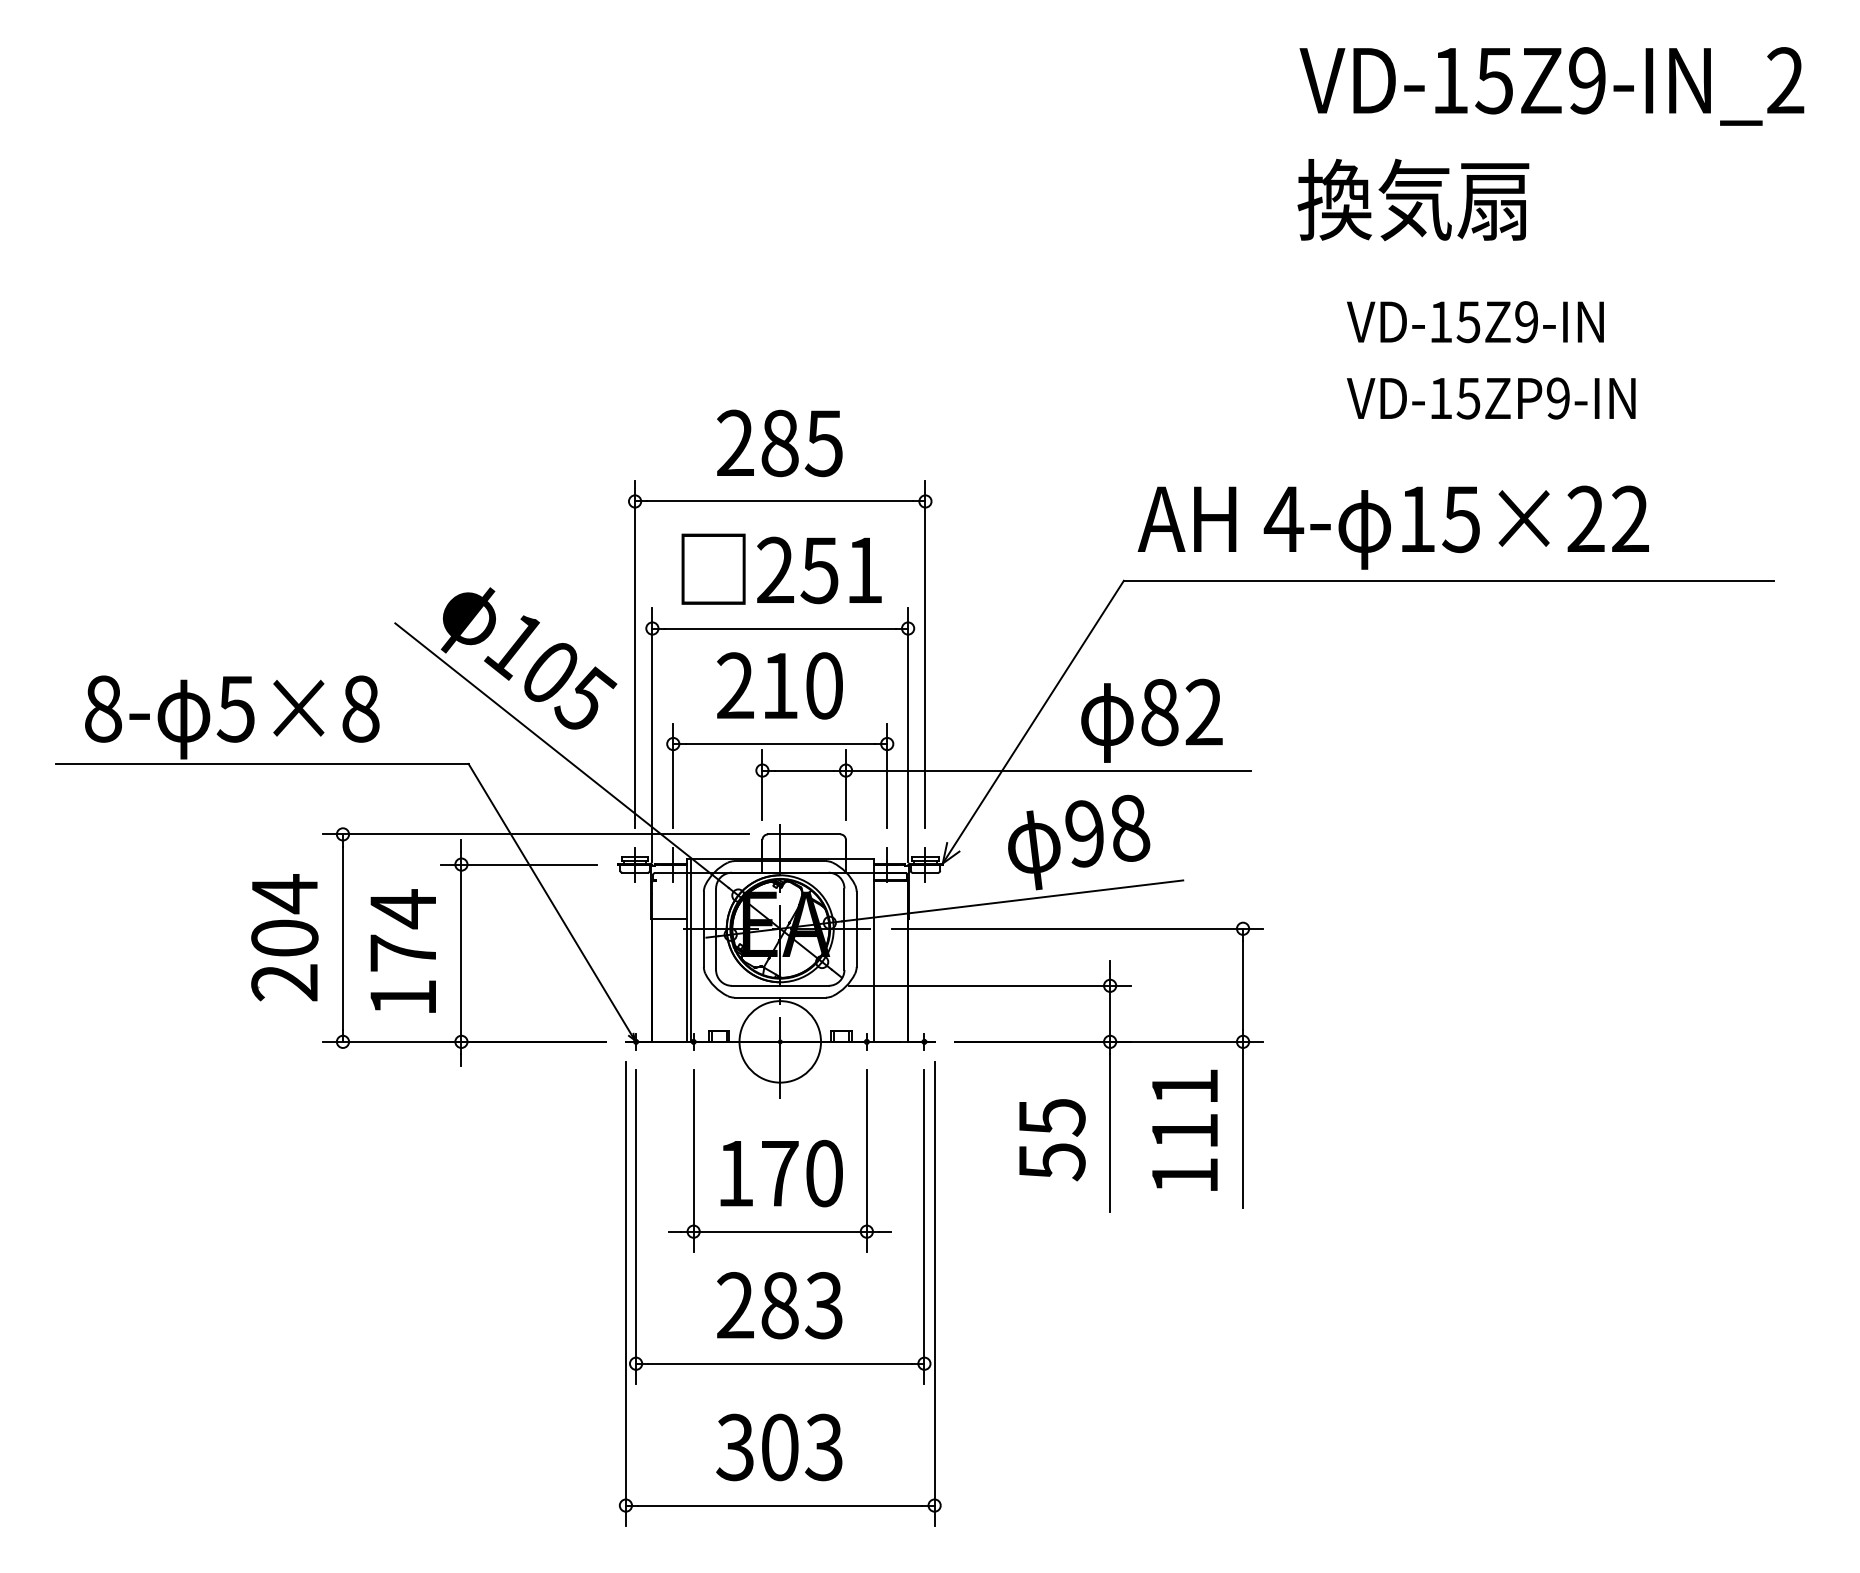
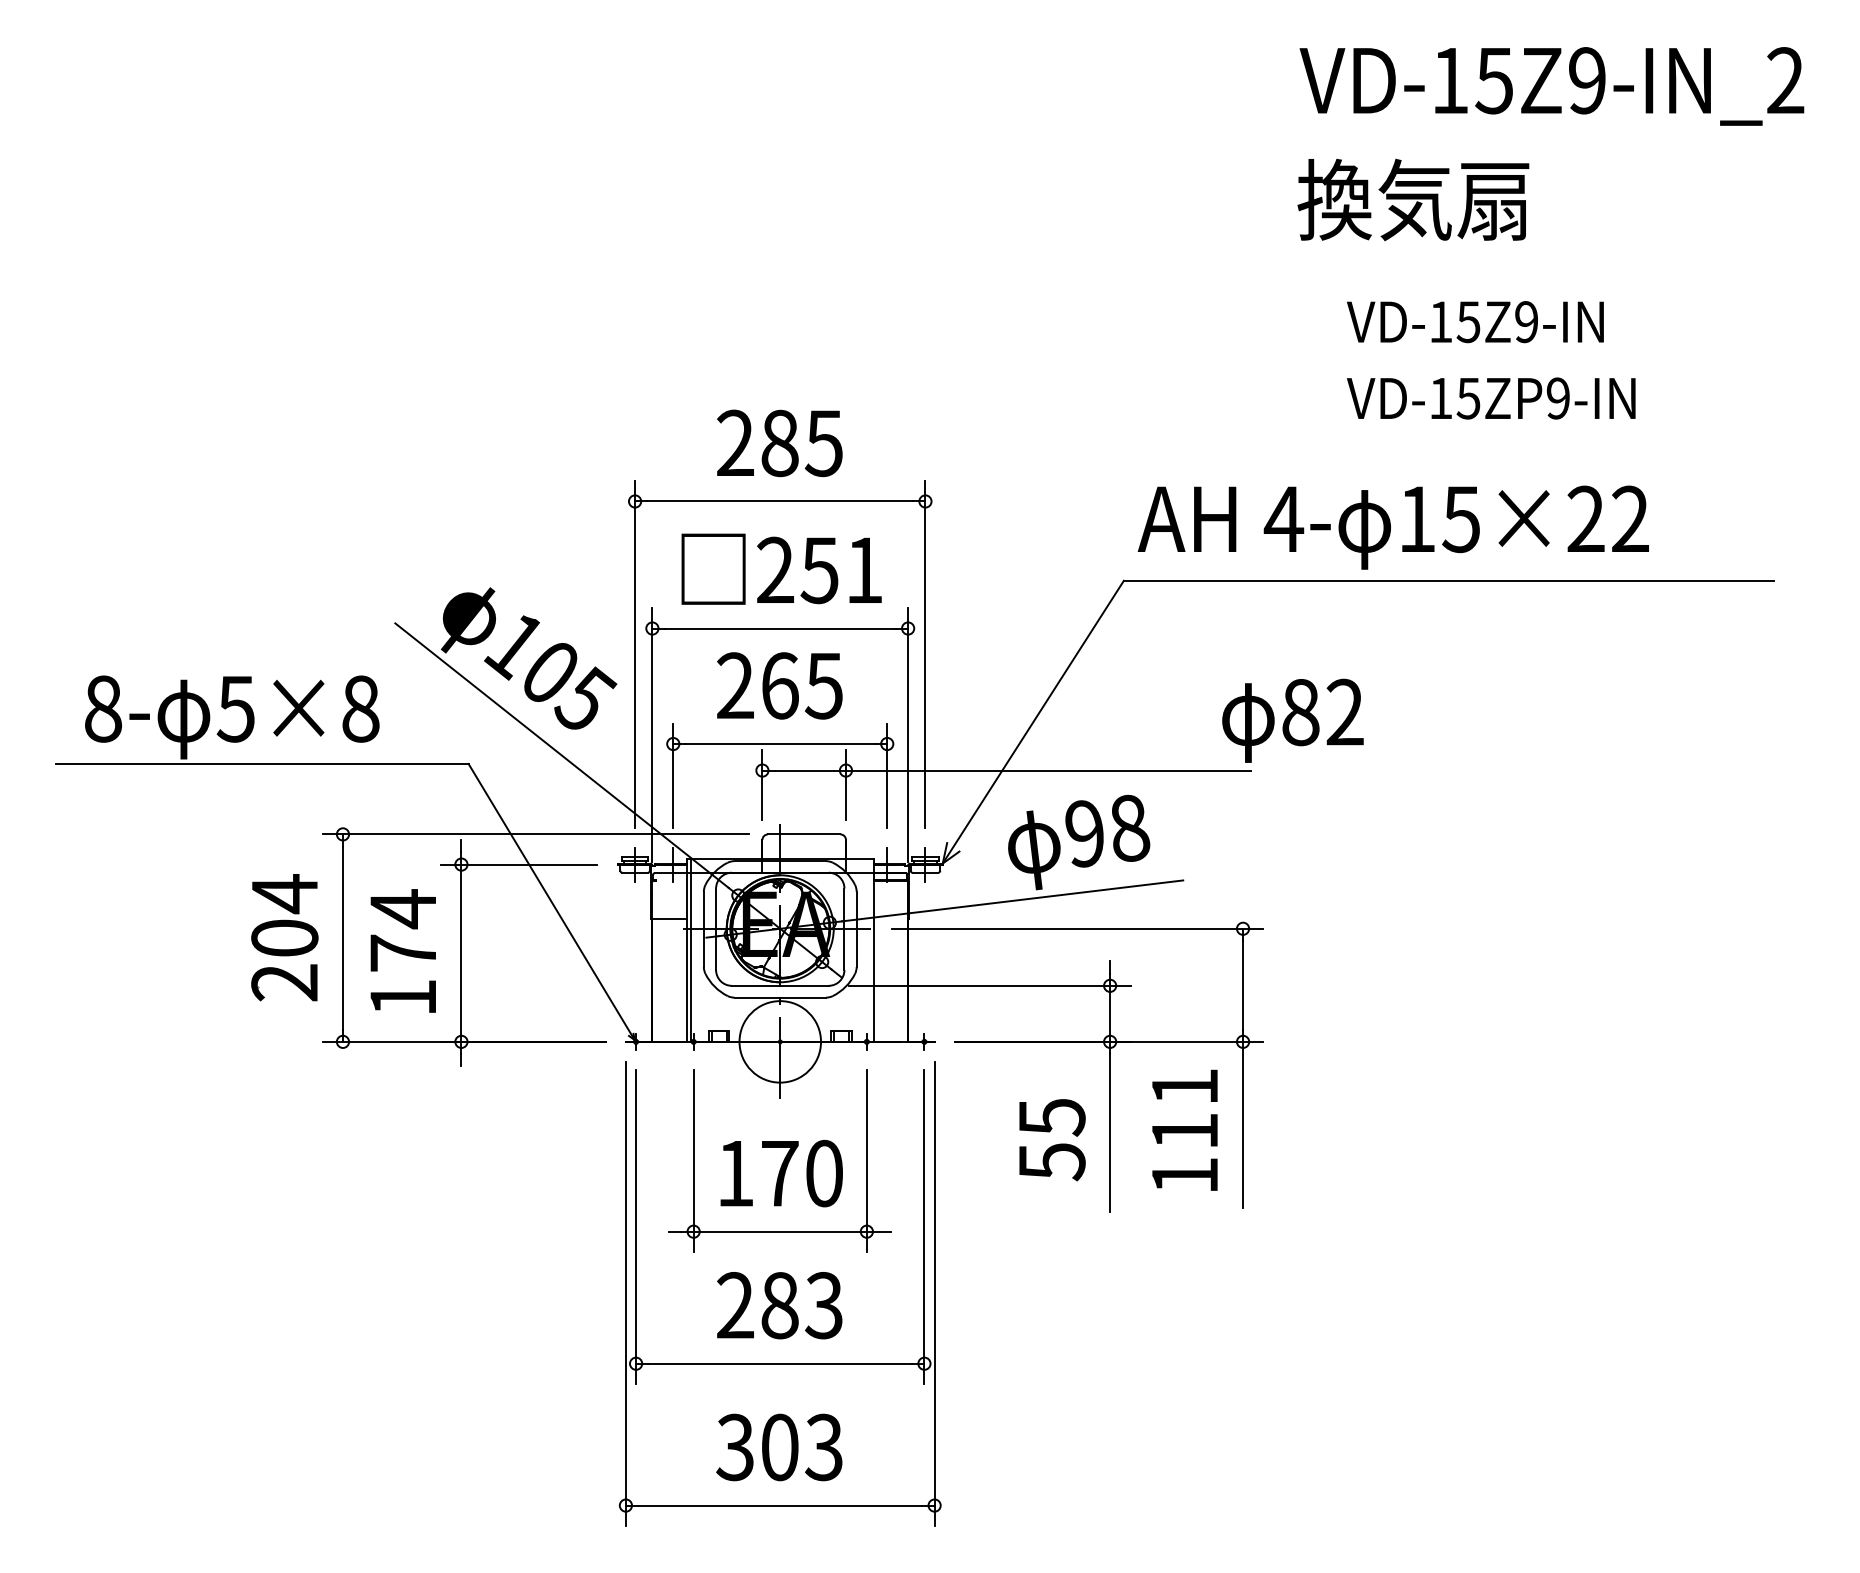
text at (802, 685): 210 -> 265
text at (1151, 720) position: (1151, 720) -> (1292, 720)
